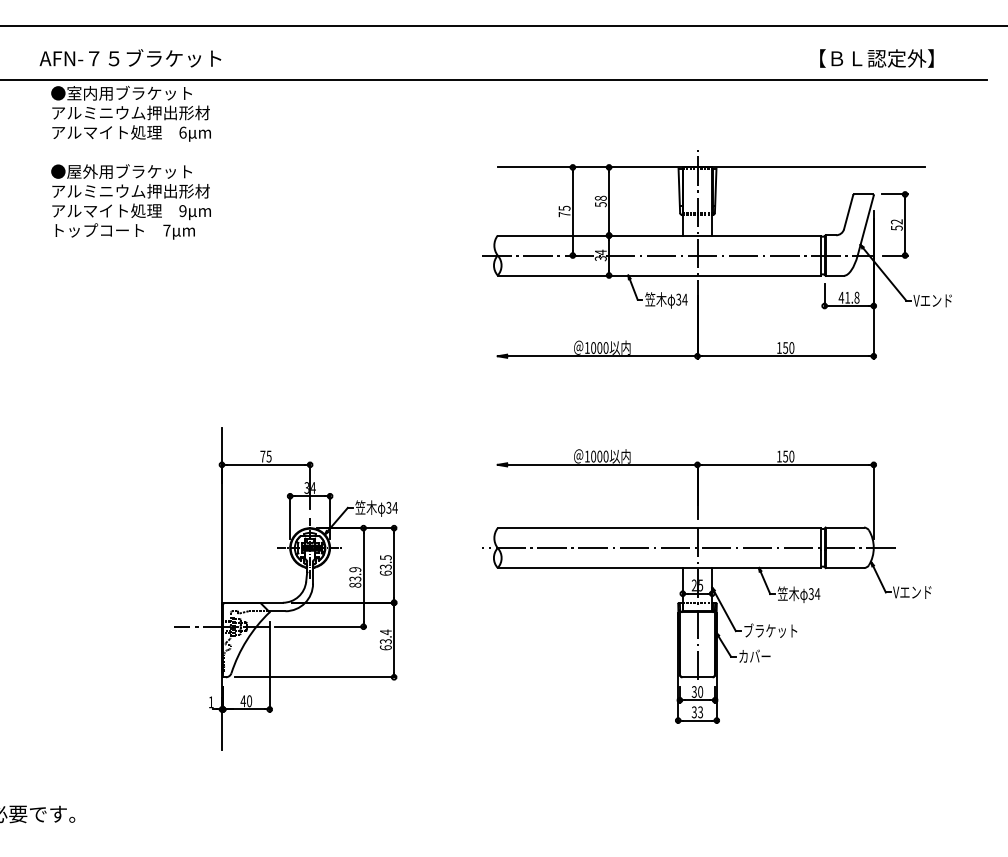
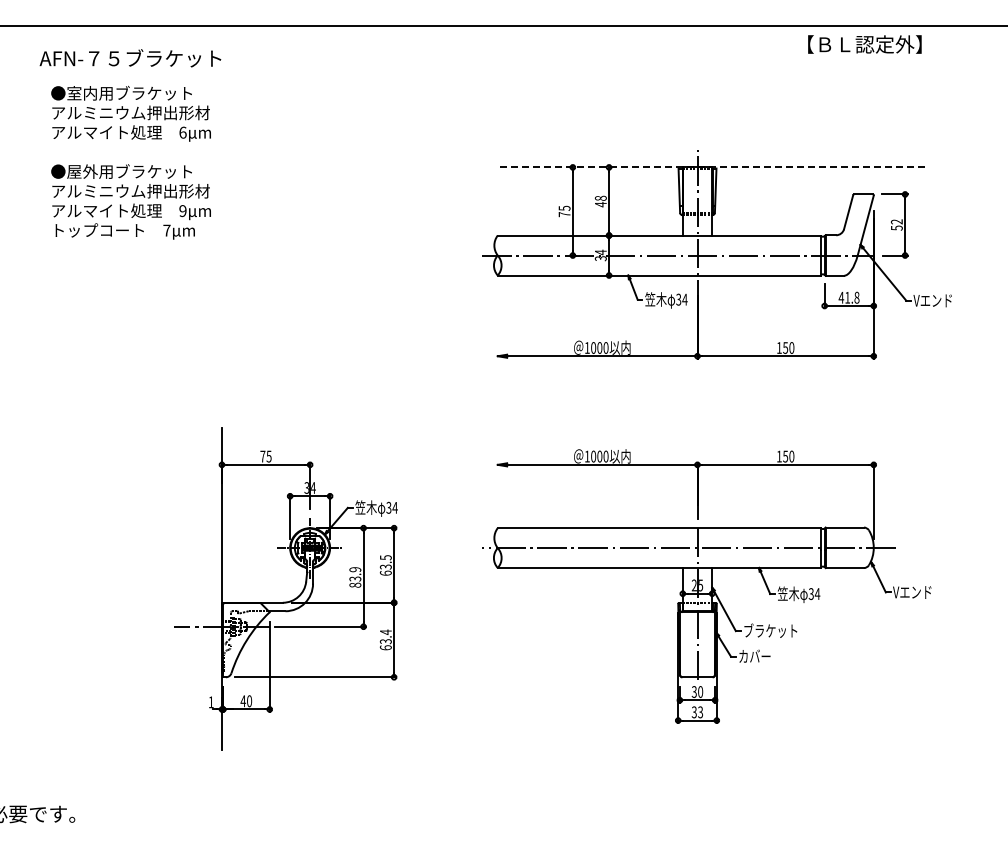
text at (876, 58) position: (876, 58) -> (864, 44)
line at (494, 80): present -> none
line at (710, 167): solid -> dashed
text at (600, 204): 58 -> 48
